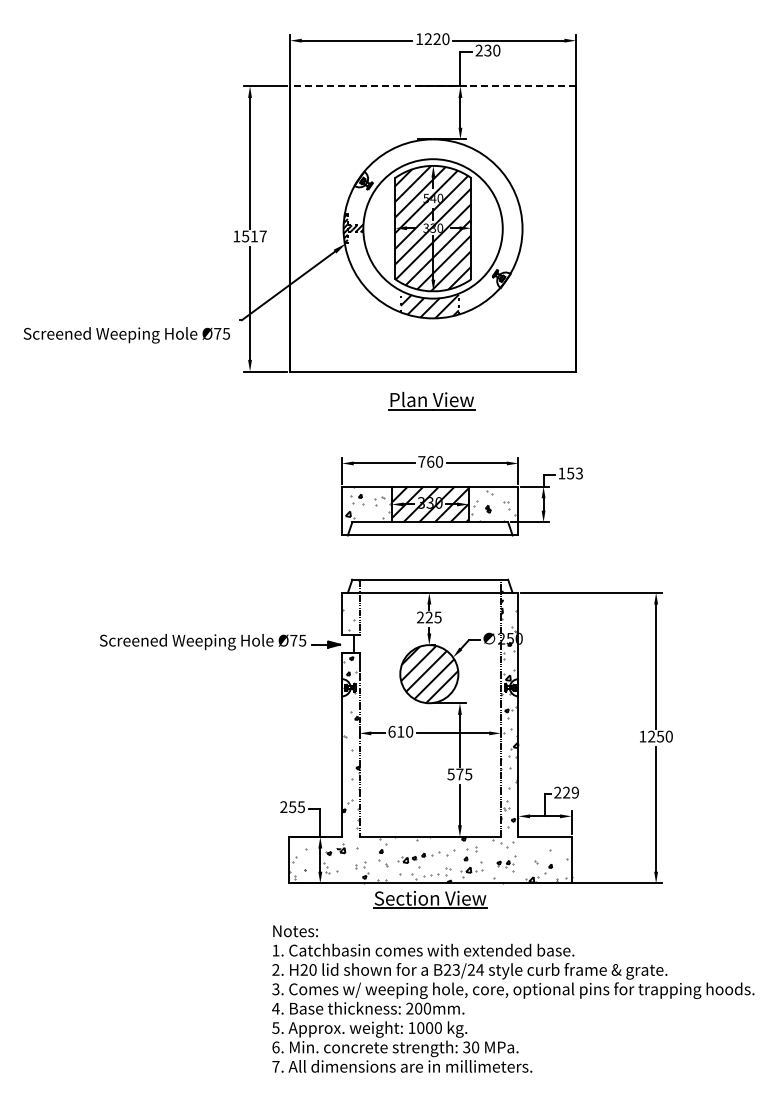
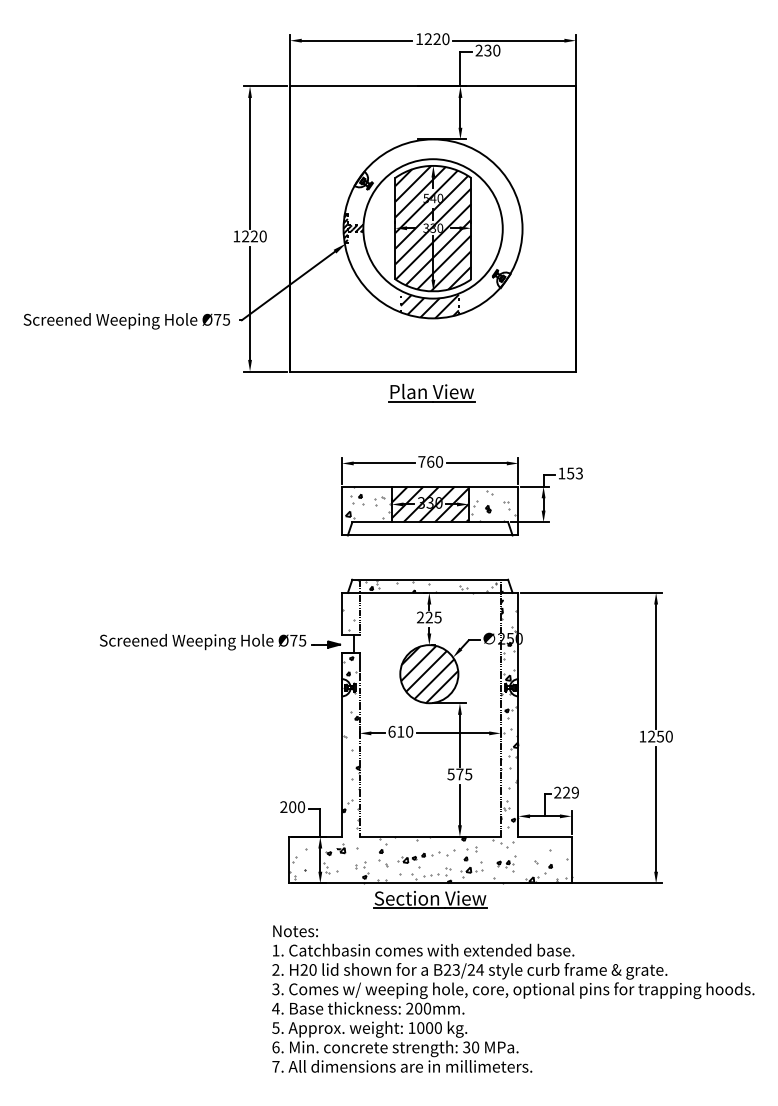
line at (433, 86): dashed -> solid
text at (254, 236): 1517 -> 1220
text at (126, 335) position: (126, 335) -> (126, 321)
part at (431, 400) position: (431, 400) -> (431, 392)
hatch at (430, 586): none -> present
text at (297, 806): 255 -> 200
